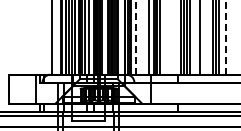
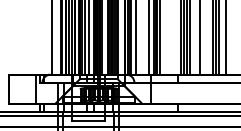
line at (136, 37): dashed -> solid
line at (225, 37): dashed -> solid
